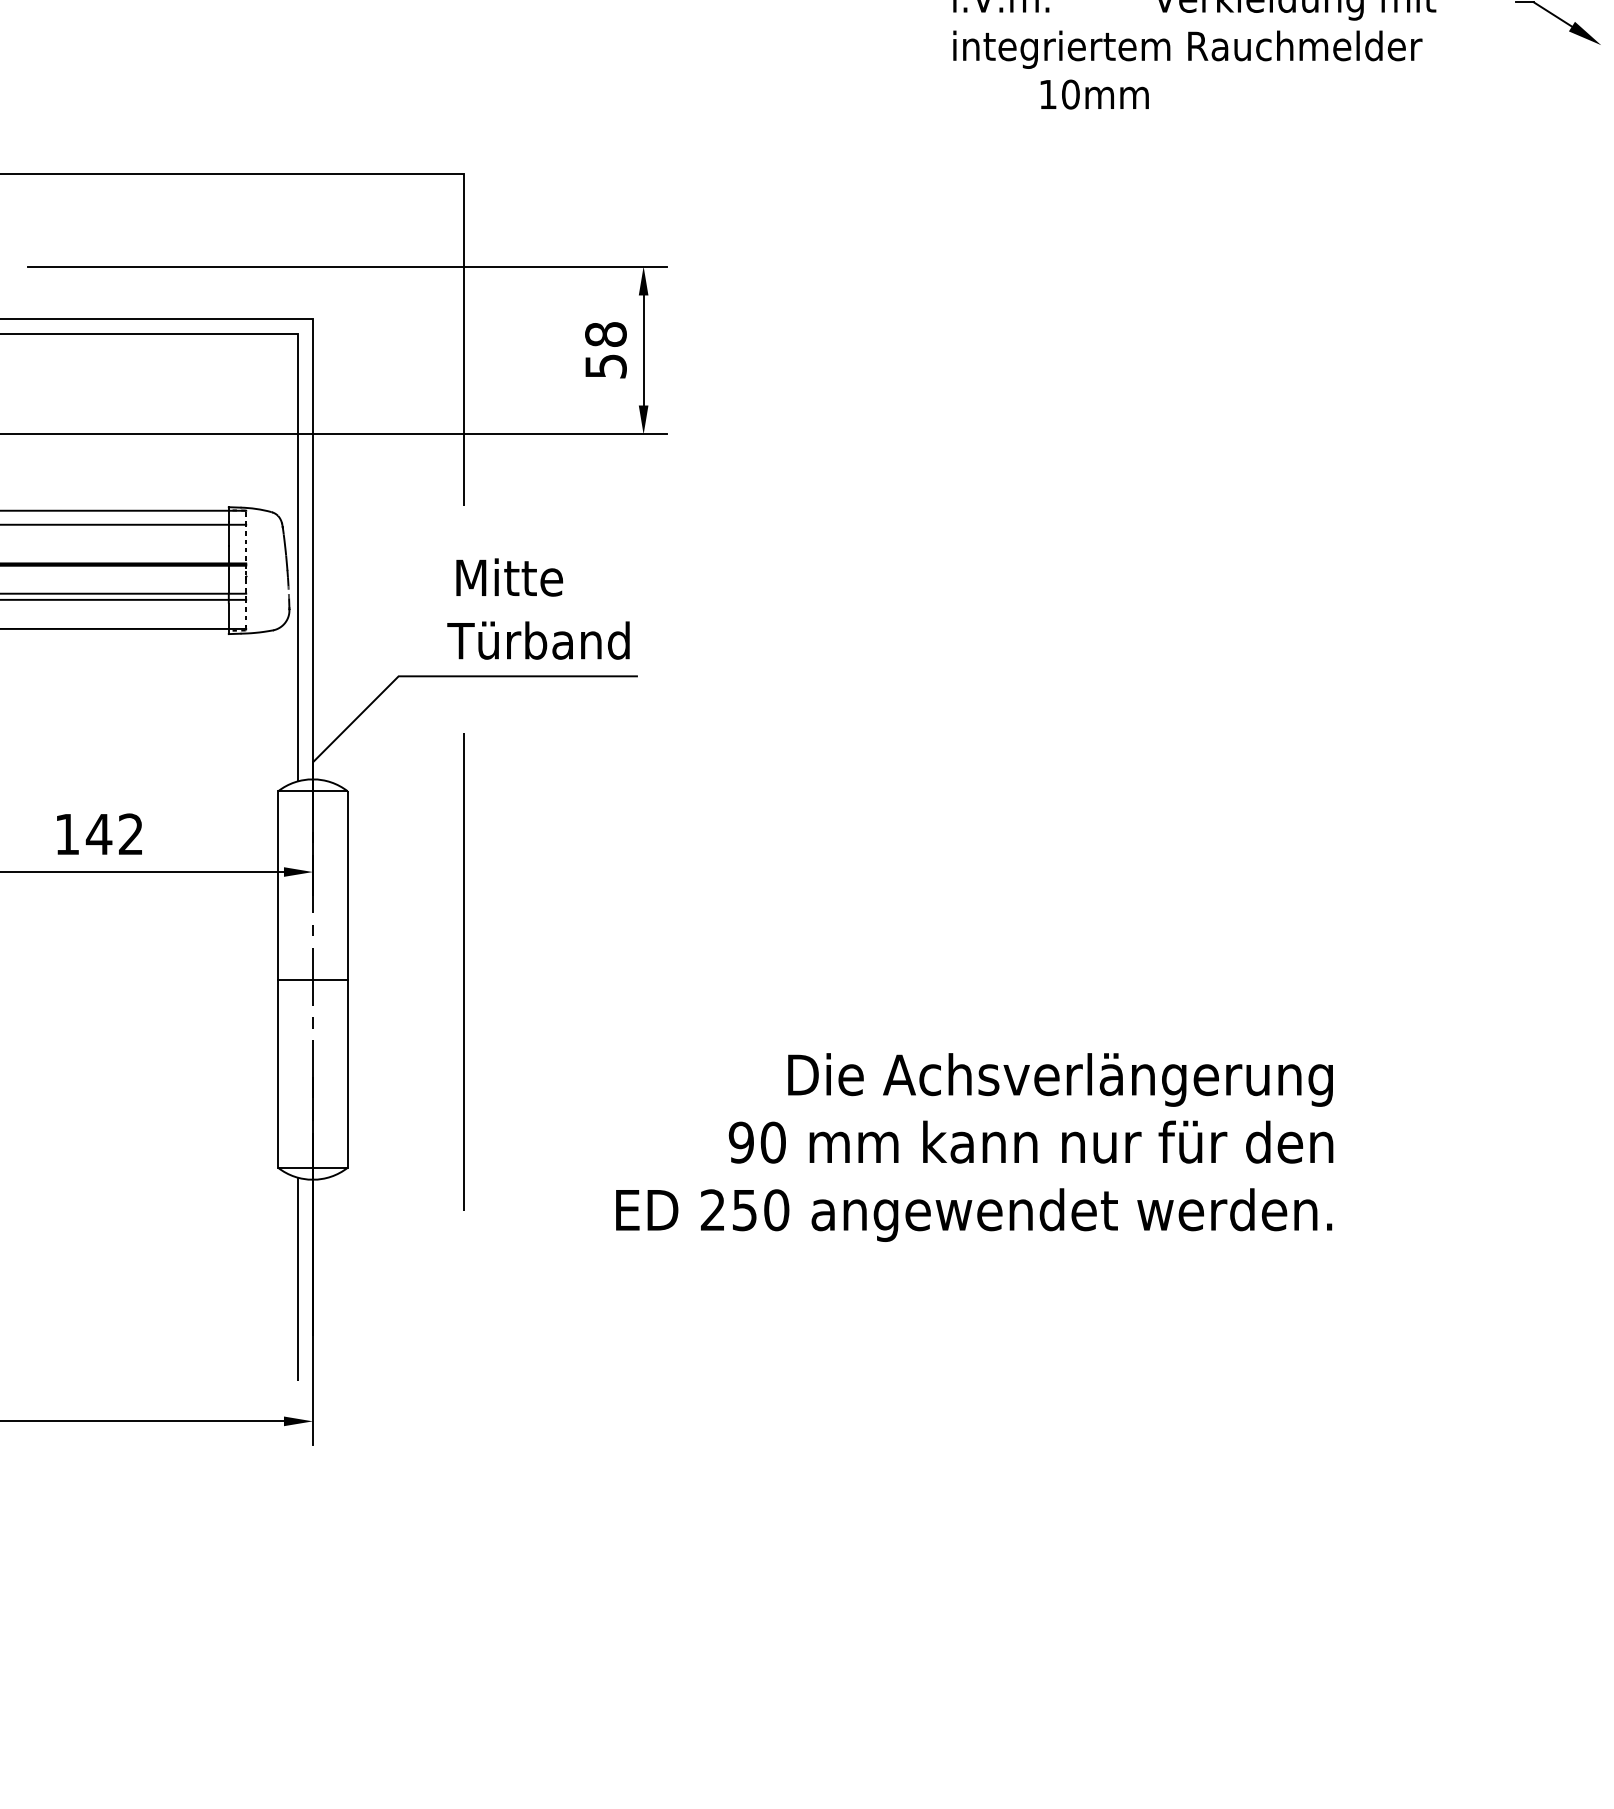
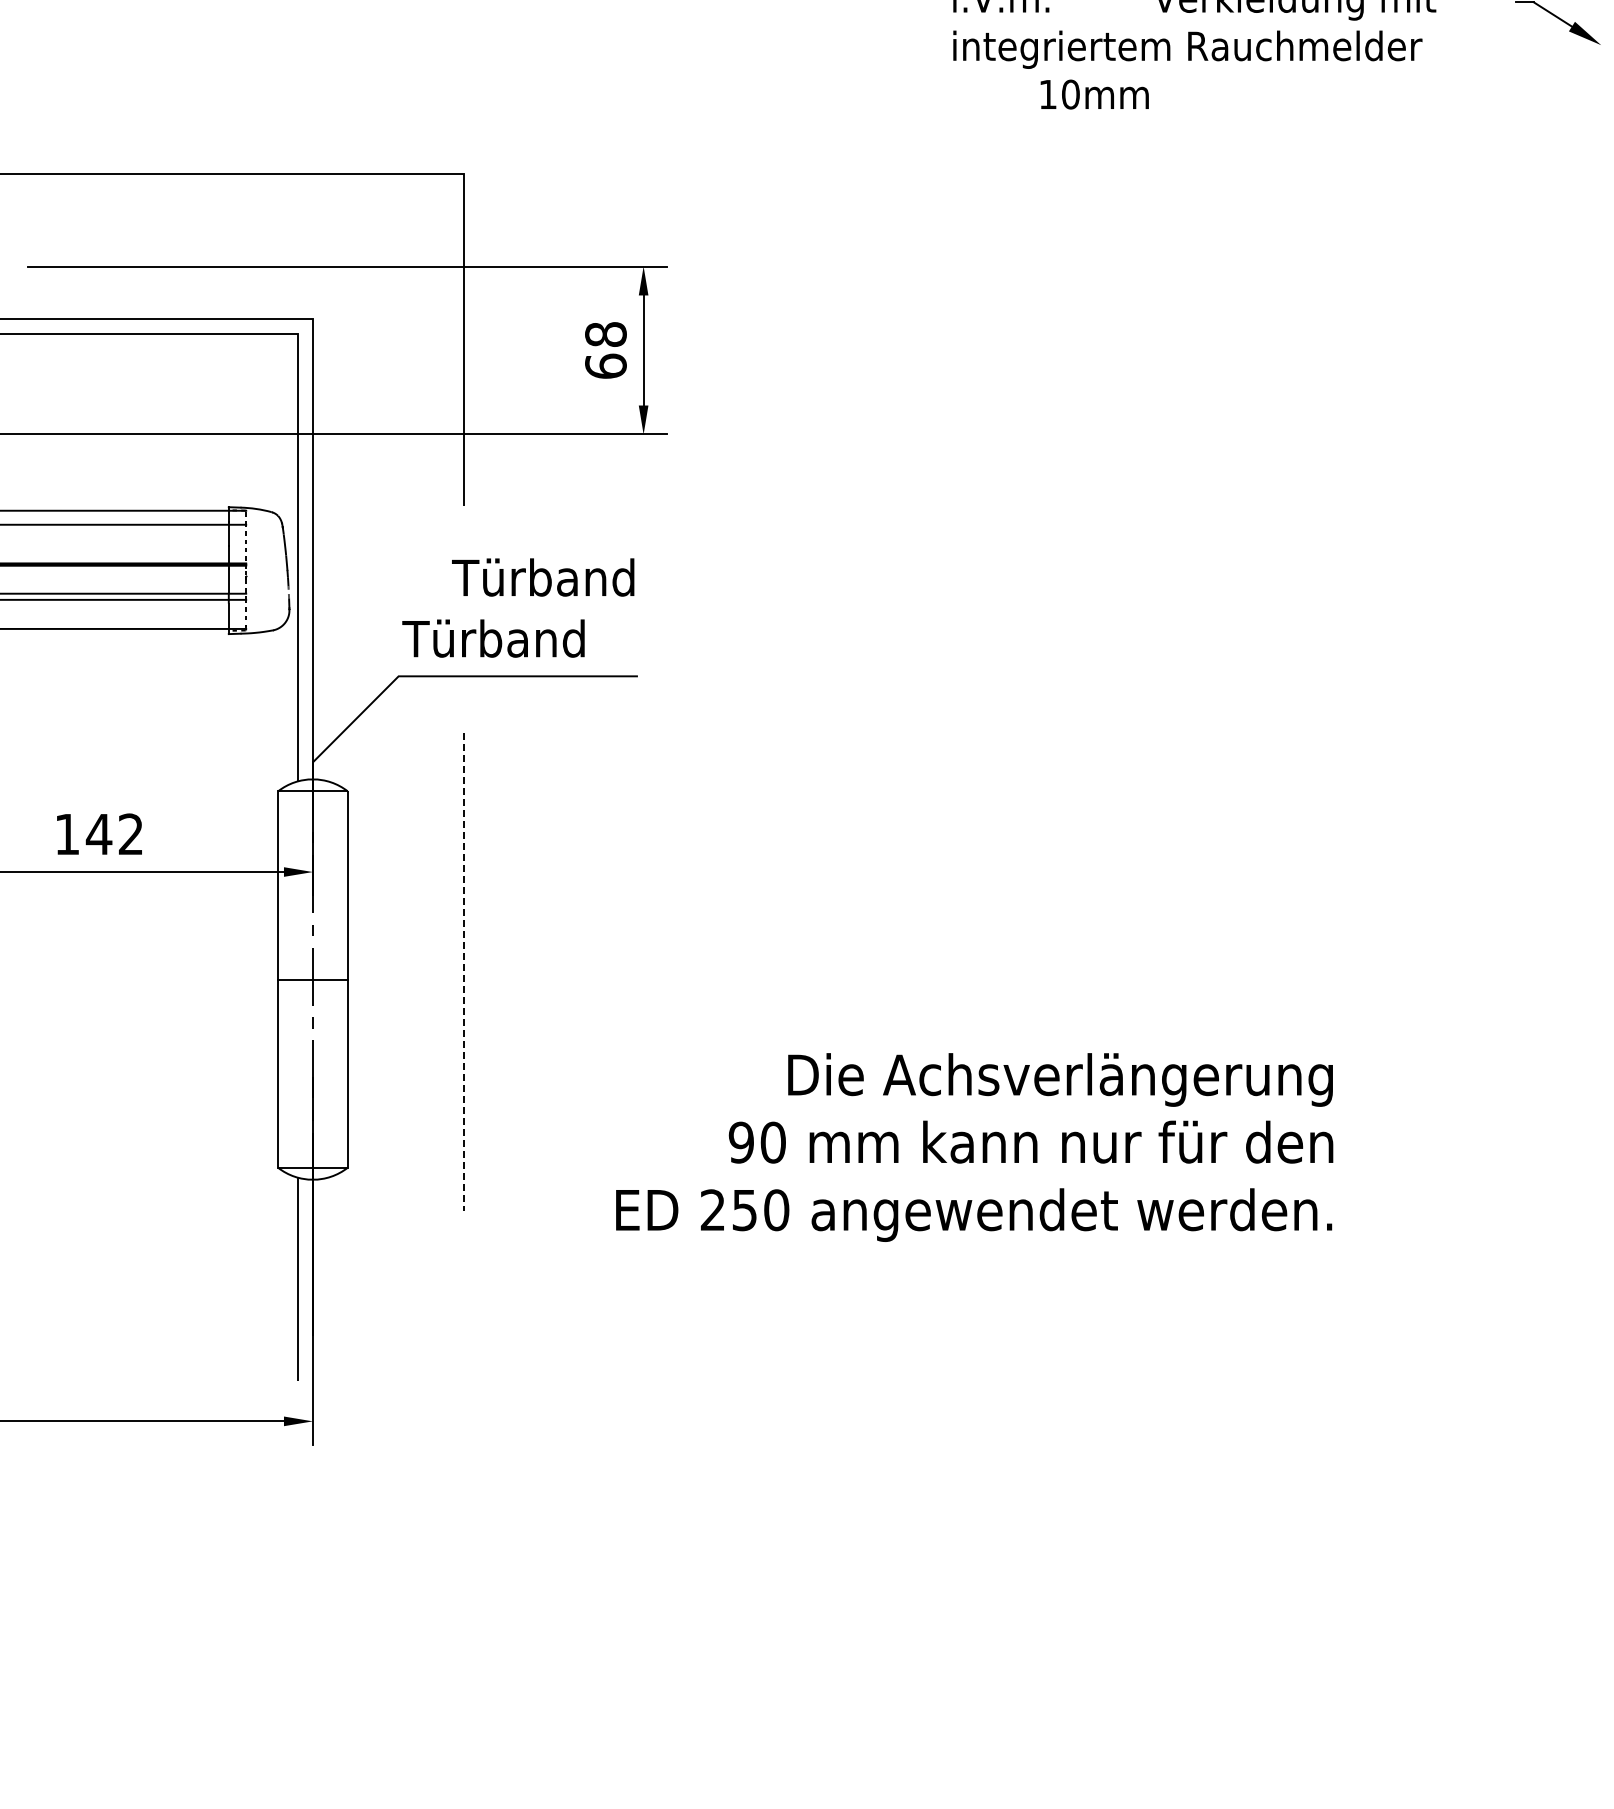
text at (605, 365): 58 -> 68
text at (543, 577): Mitte -> Türband
text at (538, 640) position: (538, 640) -> (493, 638)
line at (463, 971): solid -> dashed
